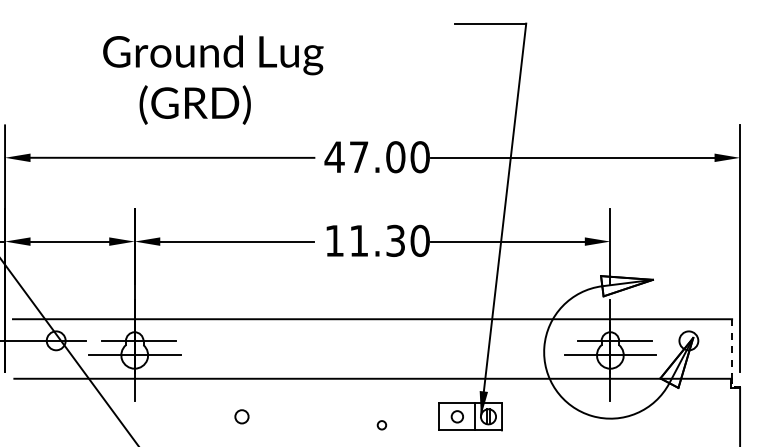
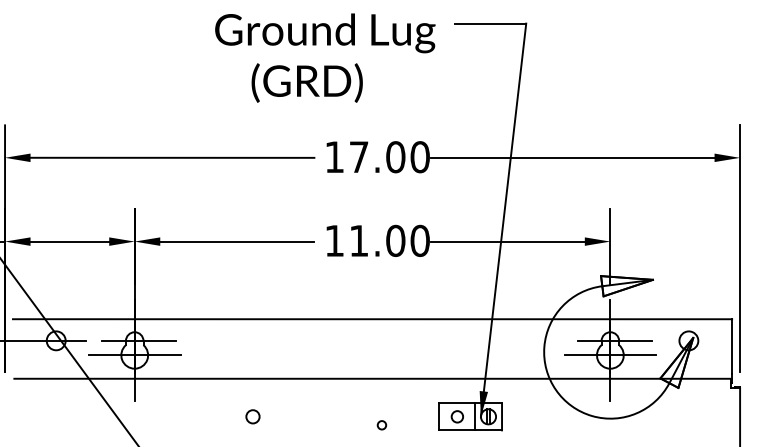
text at (213, 79) position: (213, 79) -> (325, 57)
text at (334, 156): 47.00 -> 17.00
text at (395, 240): 11.30 -> 11.00
line at (732, 347): dashed -> solid
circle at (241, 416) position: (241, 416) -> (252, 416)
